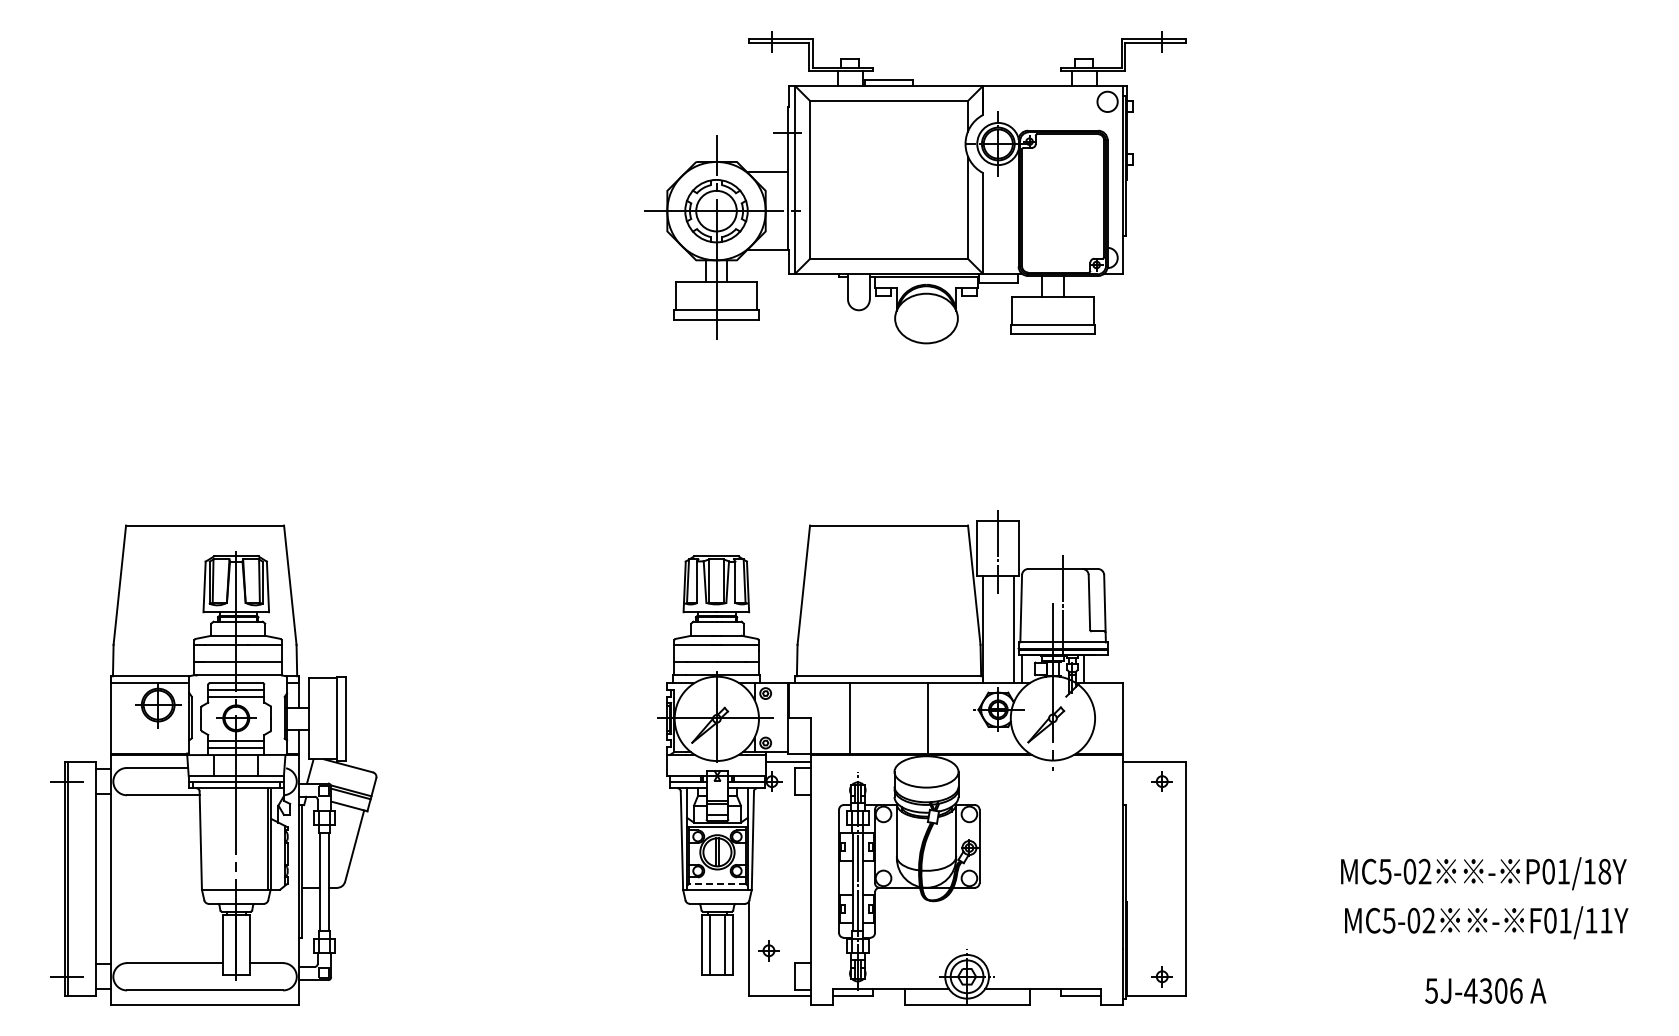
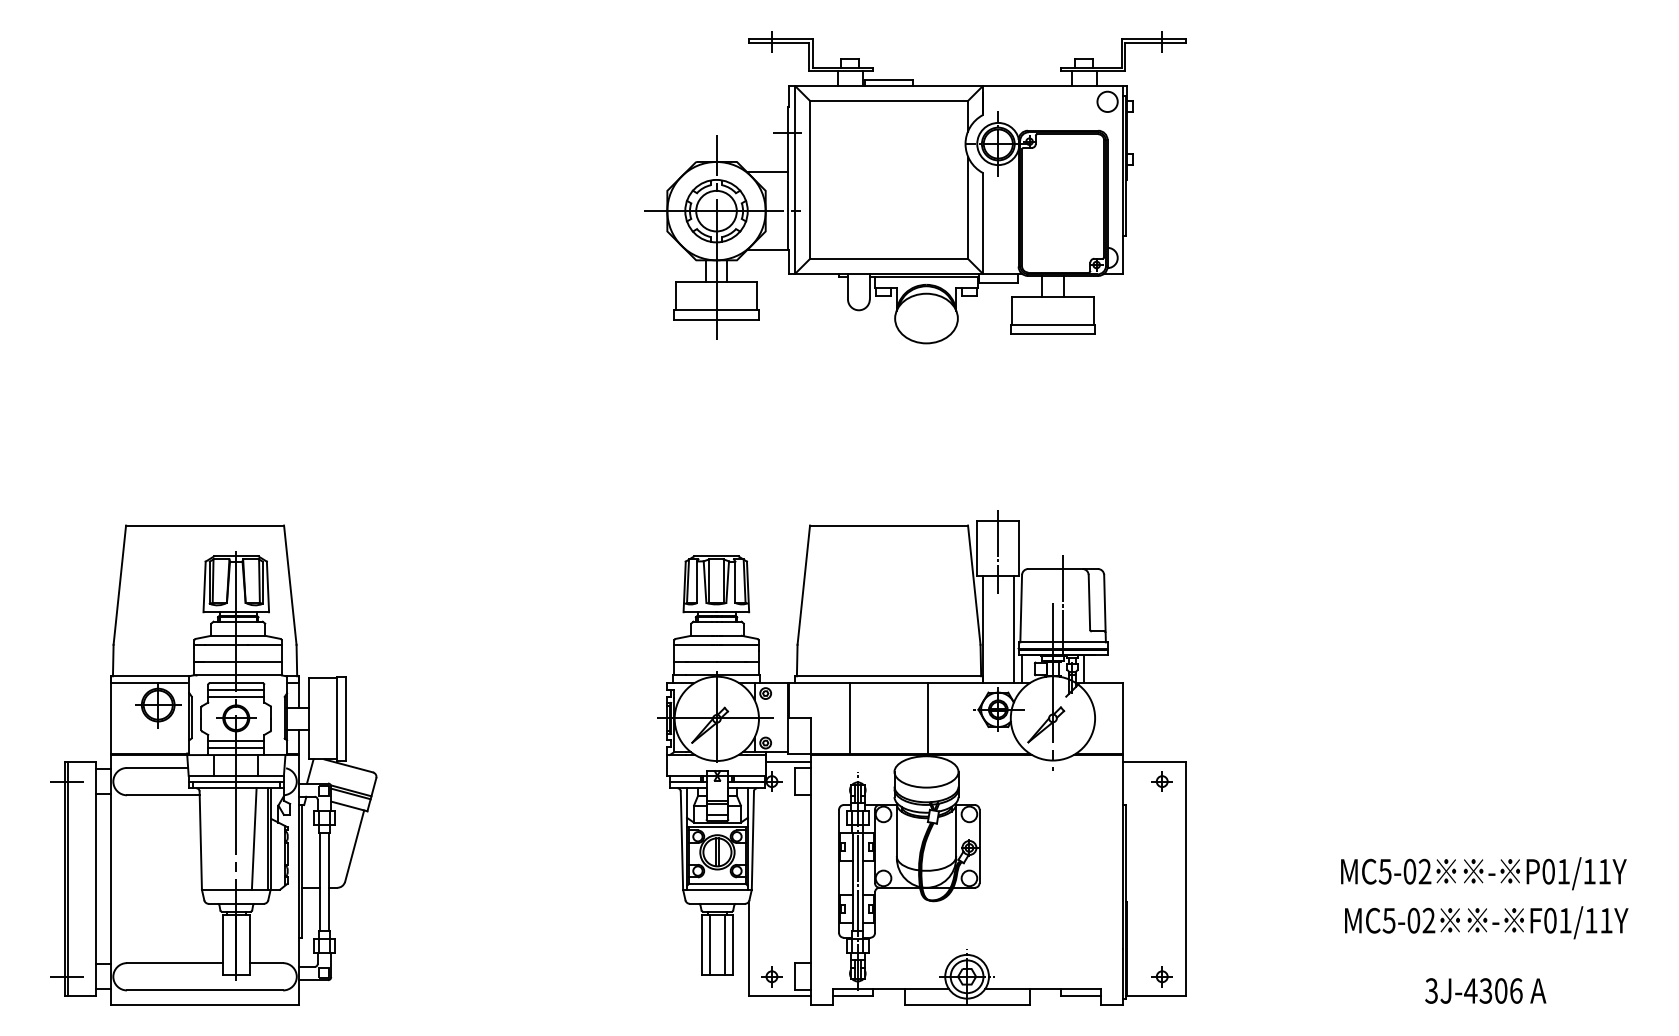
line at (253, 838): none -> present
text at (1604, 871): P01/18Y -> P01/11Y
line at (716, 883): dashed -> solid
part at (768, 950) position: (768, 950) -> (771, 976)
text at (1431, 990): 5J-4306 -> 3J-4306
